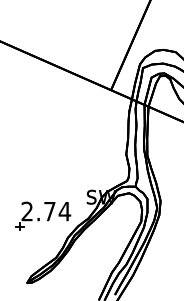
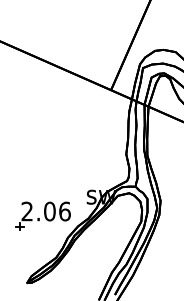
text at (57, 211): 2.74 -> 2.06
